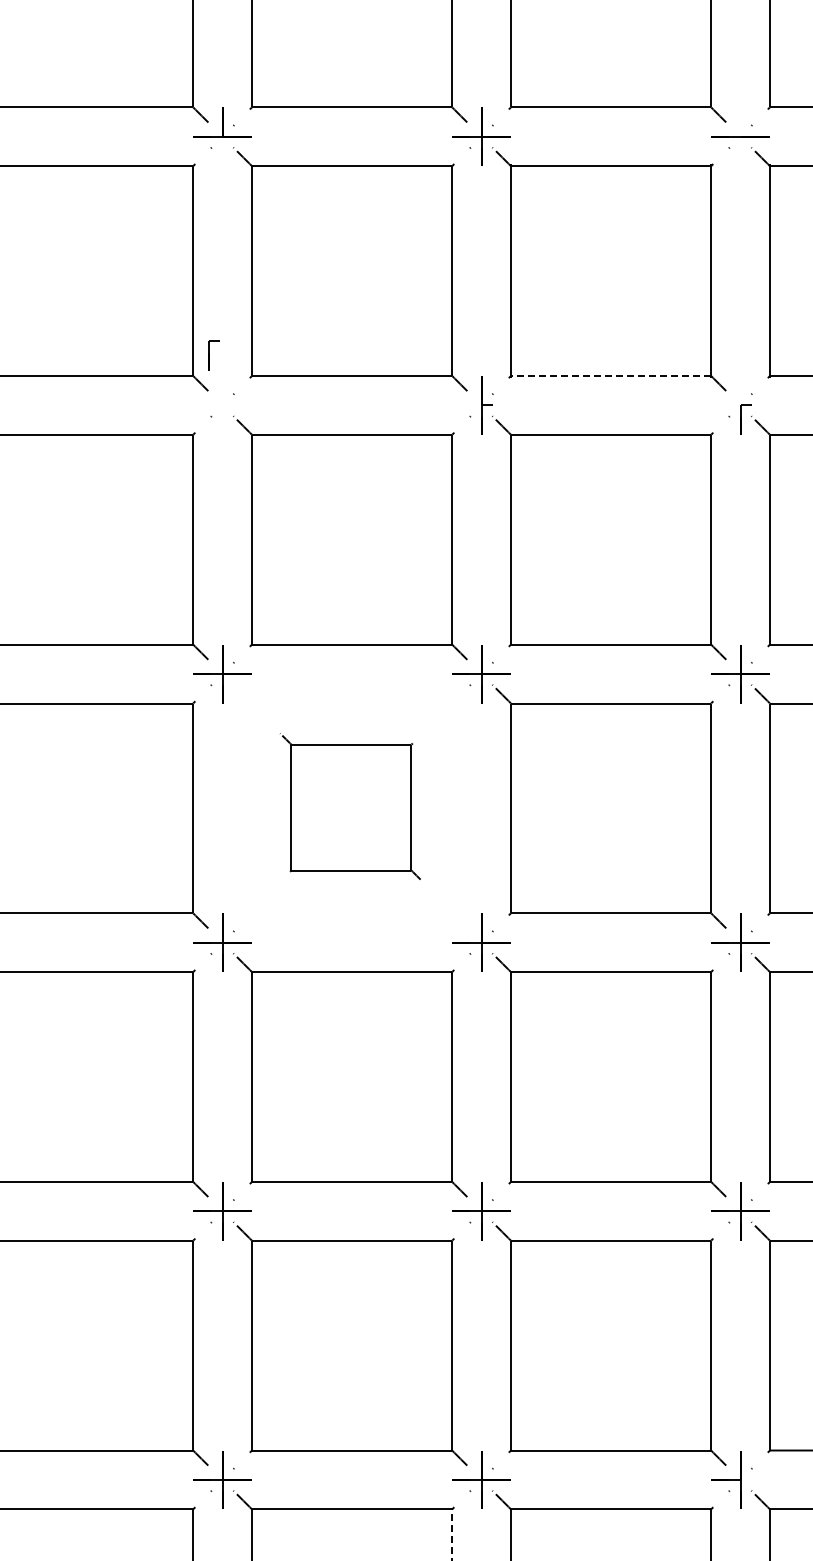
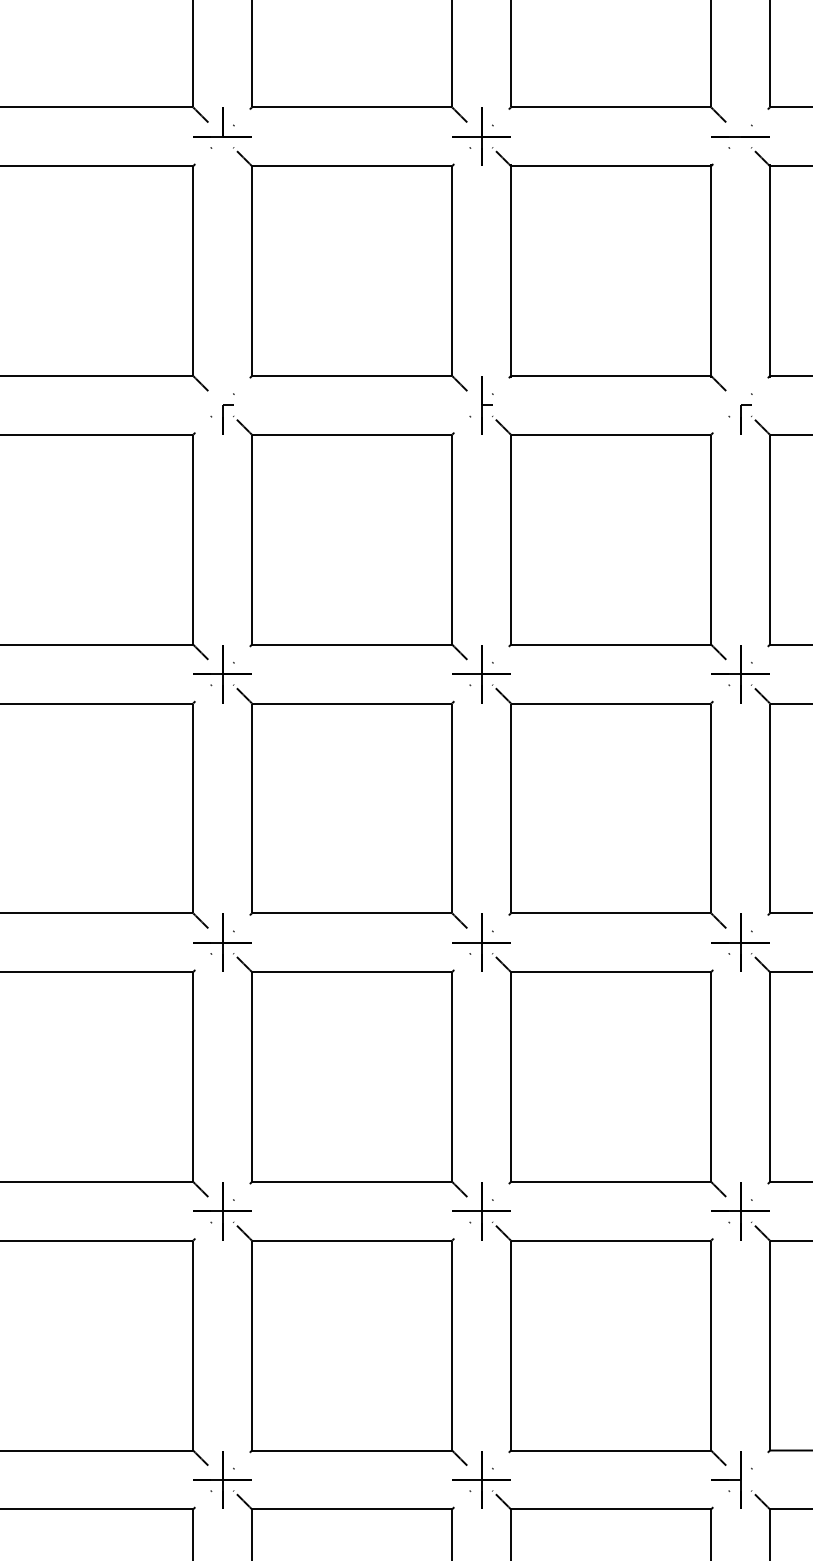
part at (213, 355) position: (213, 355) -> (227, 419)
line at (610, 375): dashed -> solid
part at (349, 806) size: 142x147 px -> 235x245 px
line at (452, 1534): dashed -> solid
